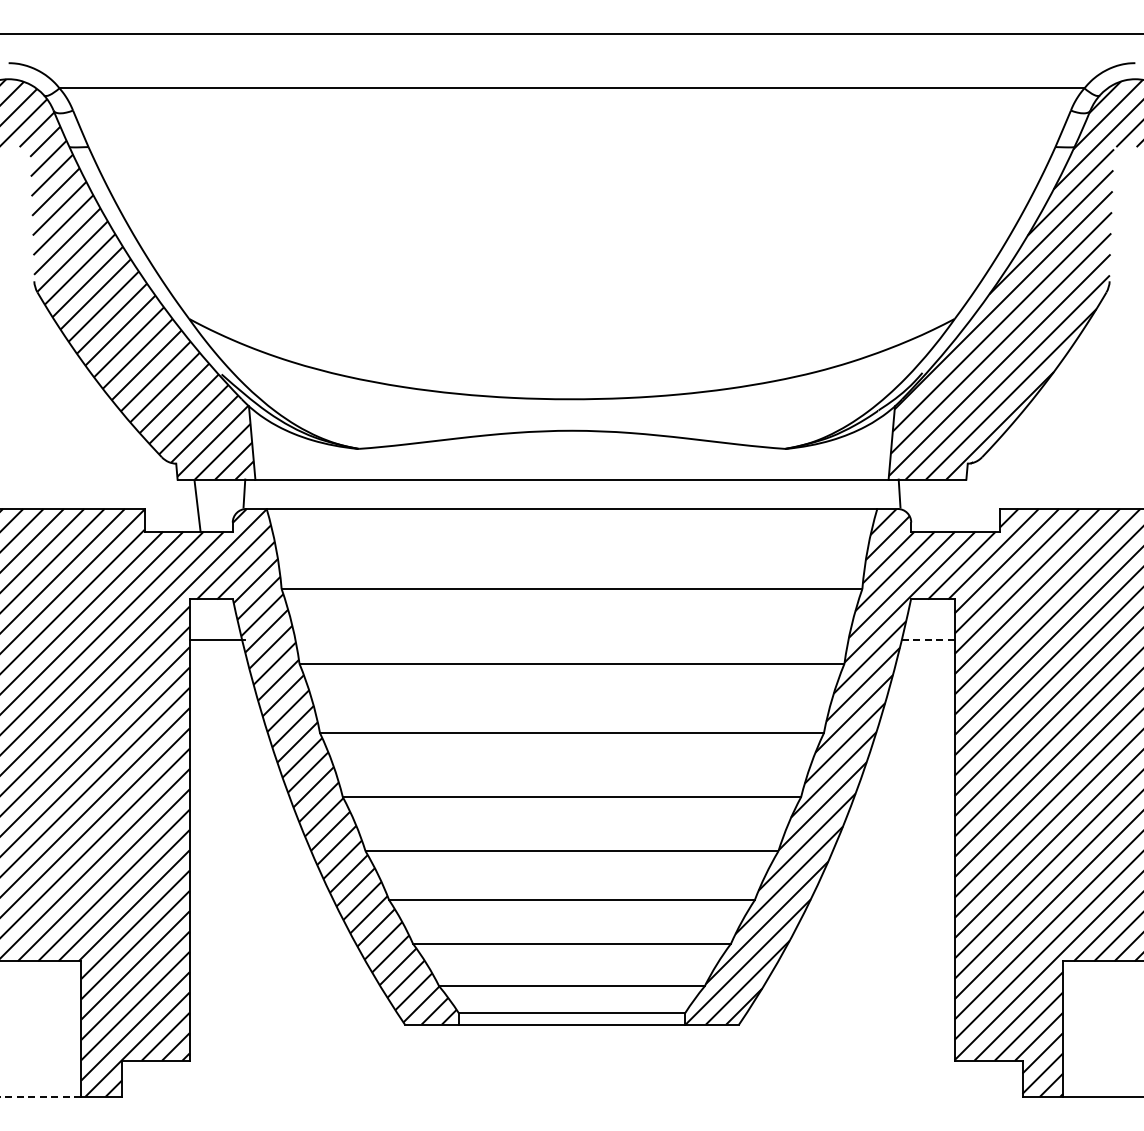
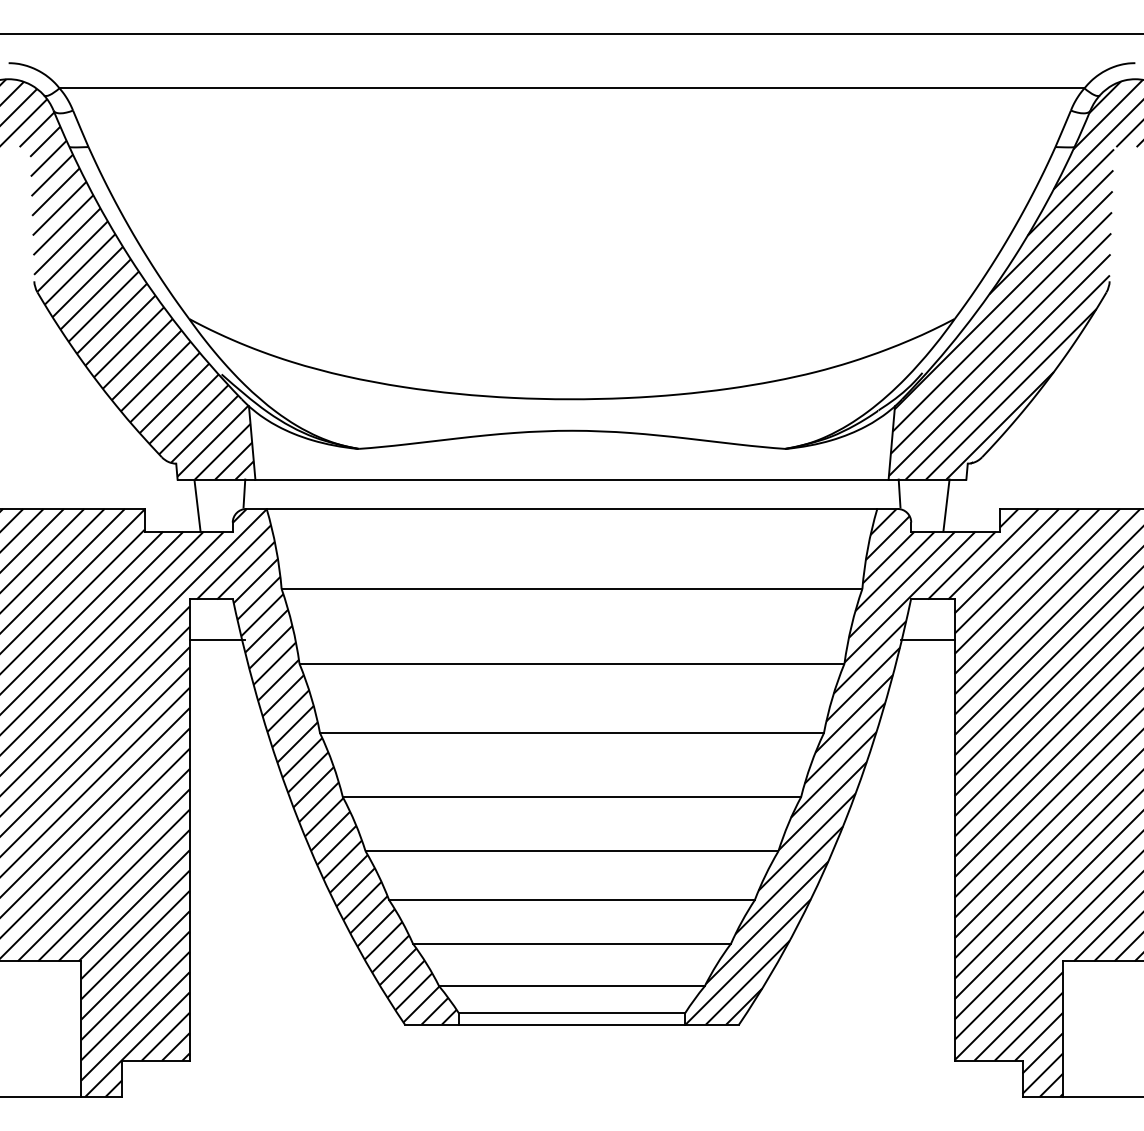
line at (946, 505): none -> present
line at (927, 640): dashed -> solid
line at (40, 1096): dashed -> solid
